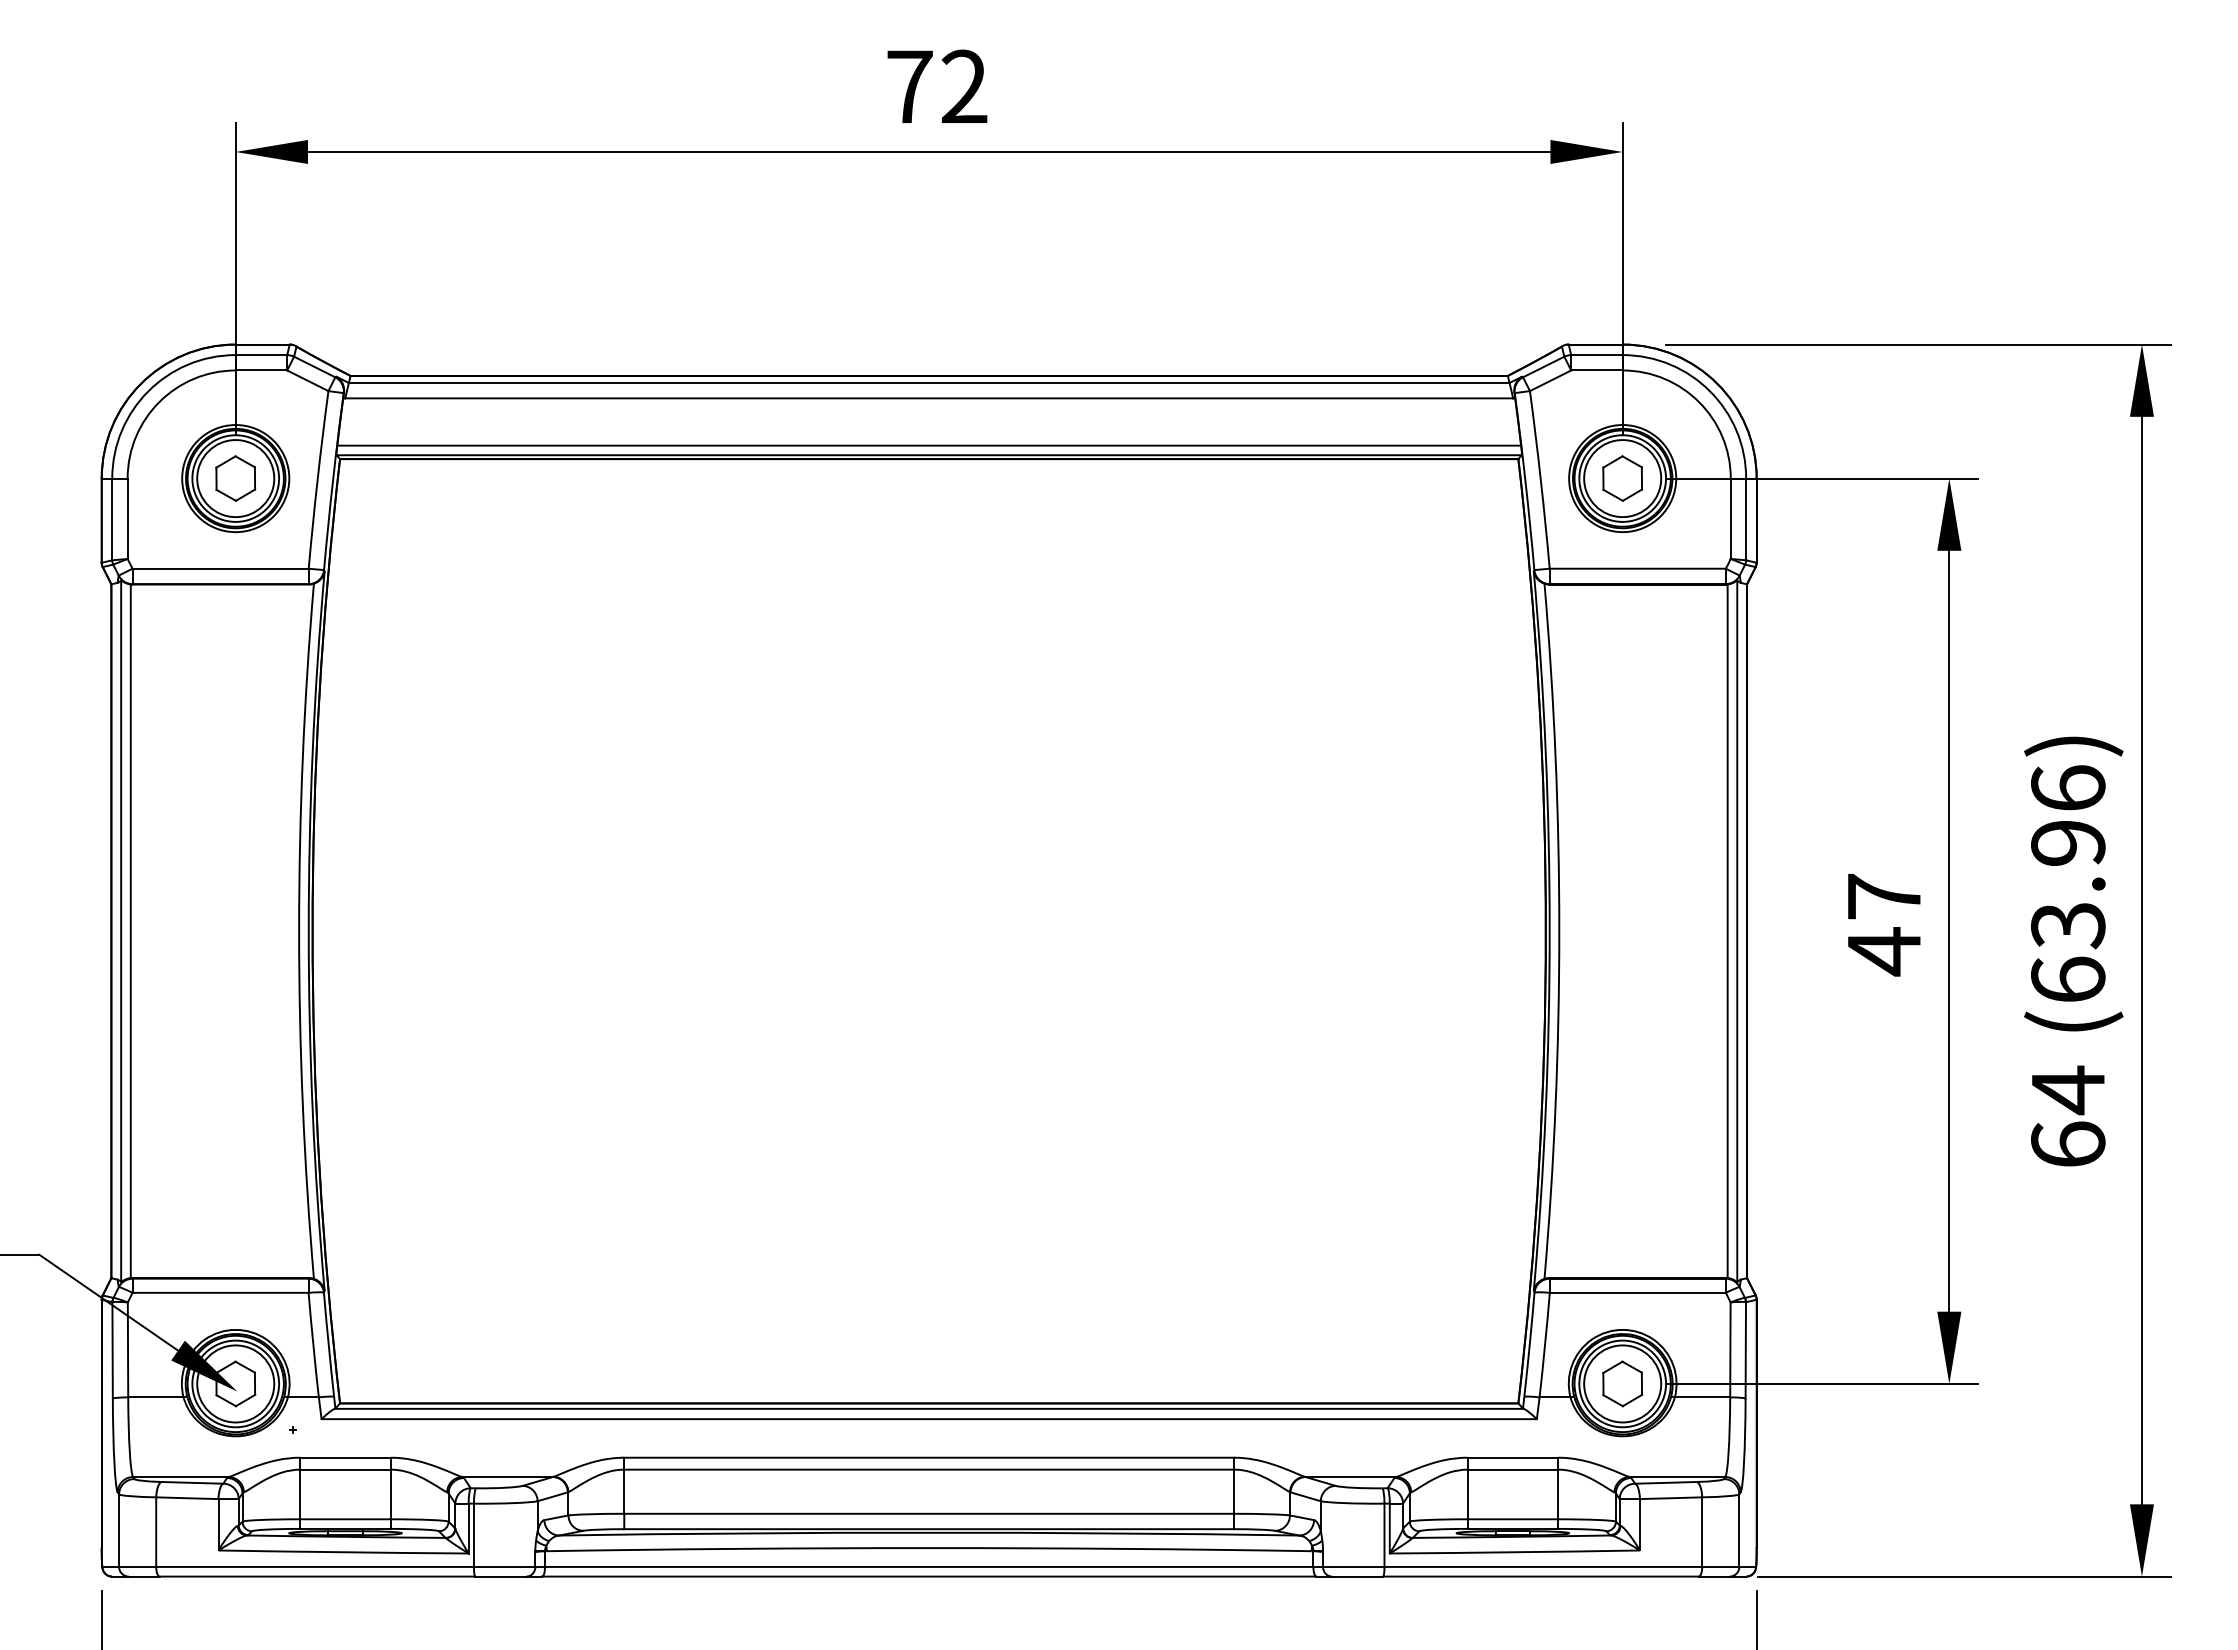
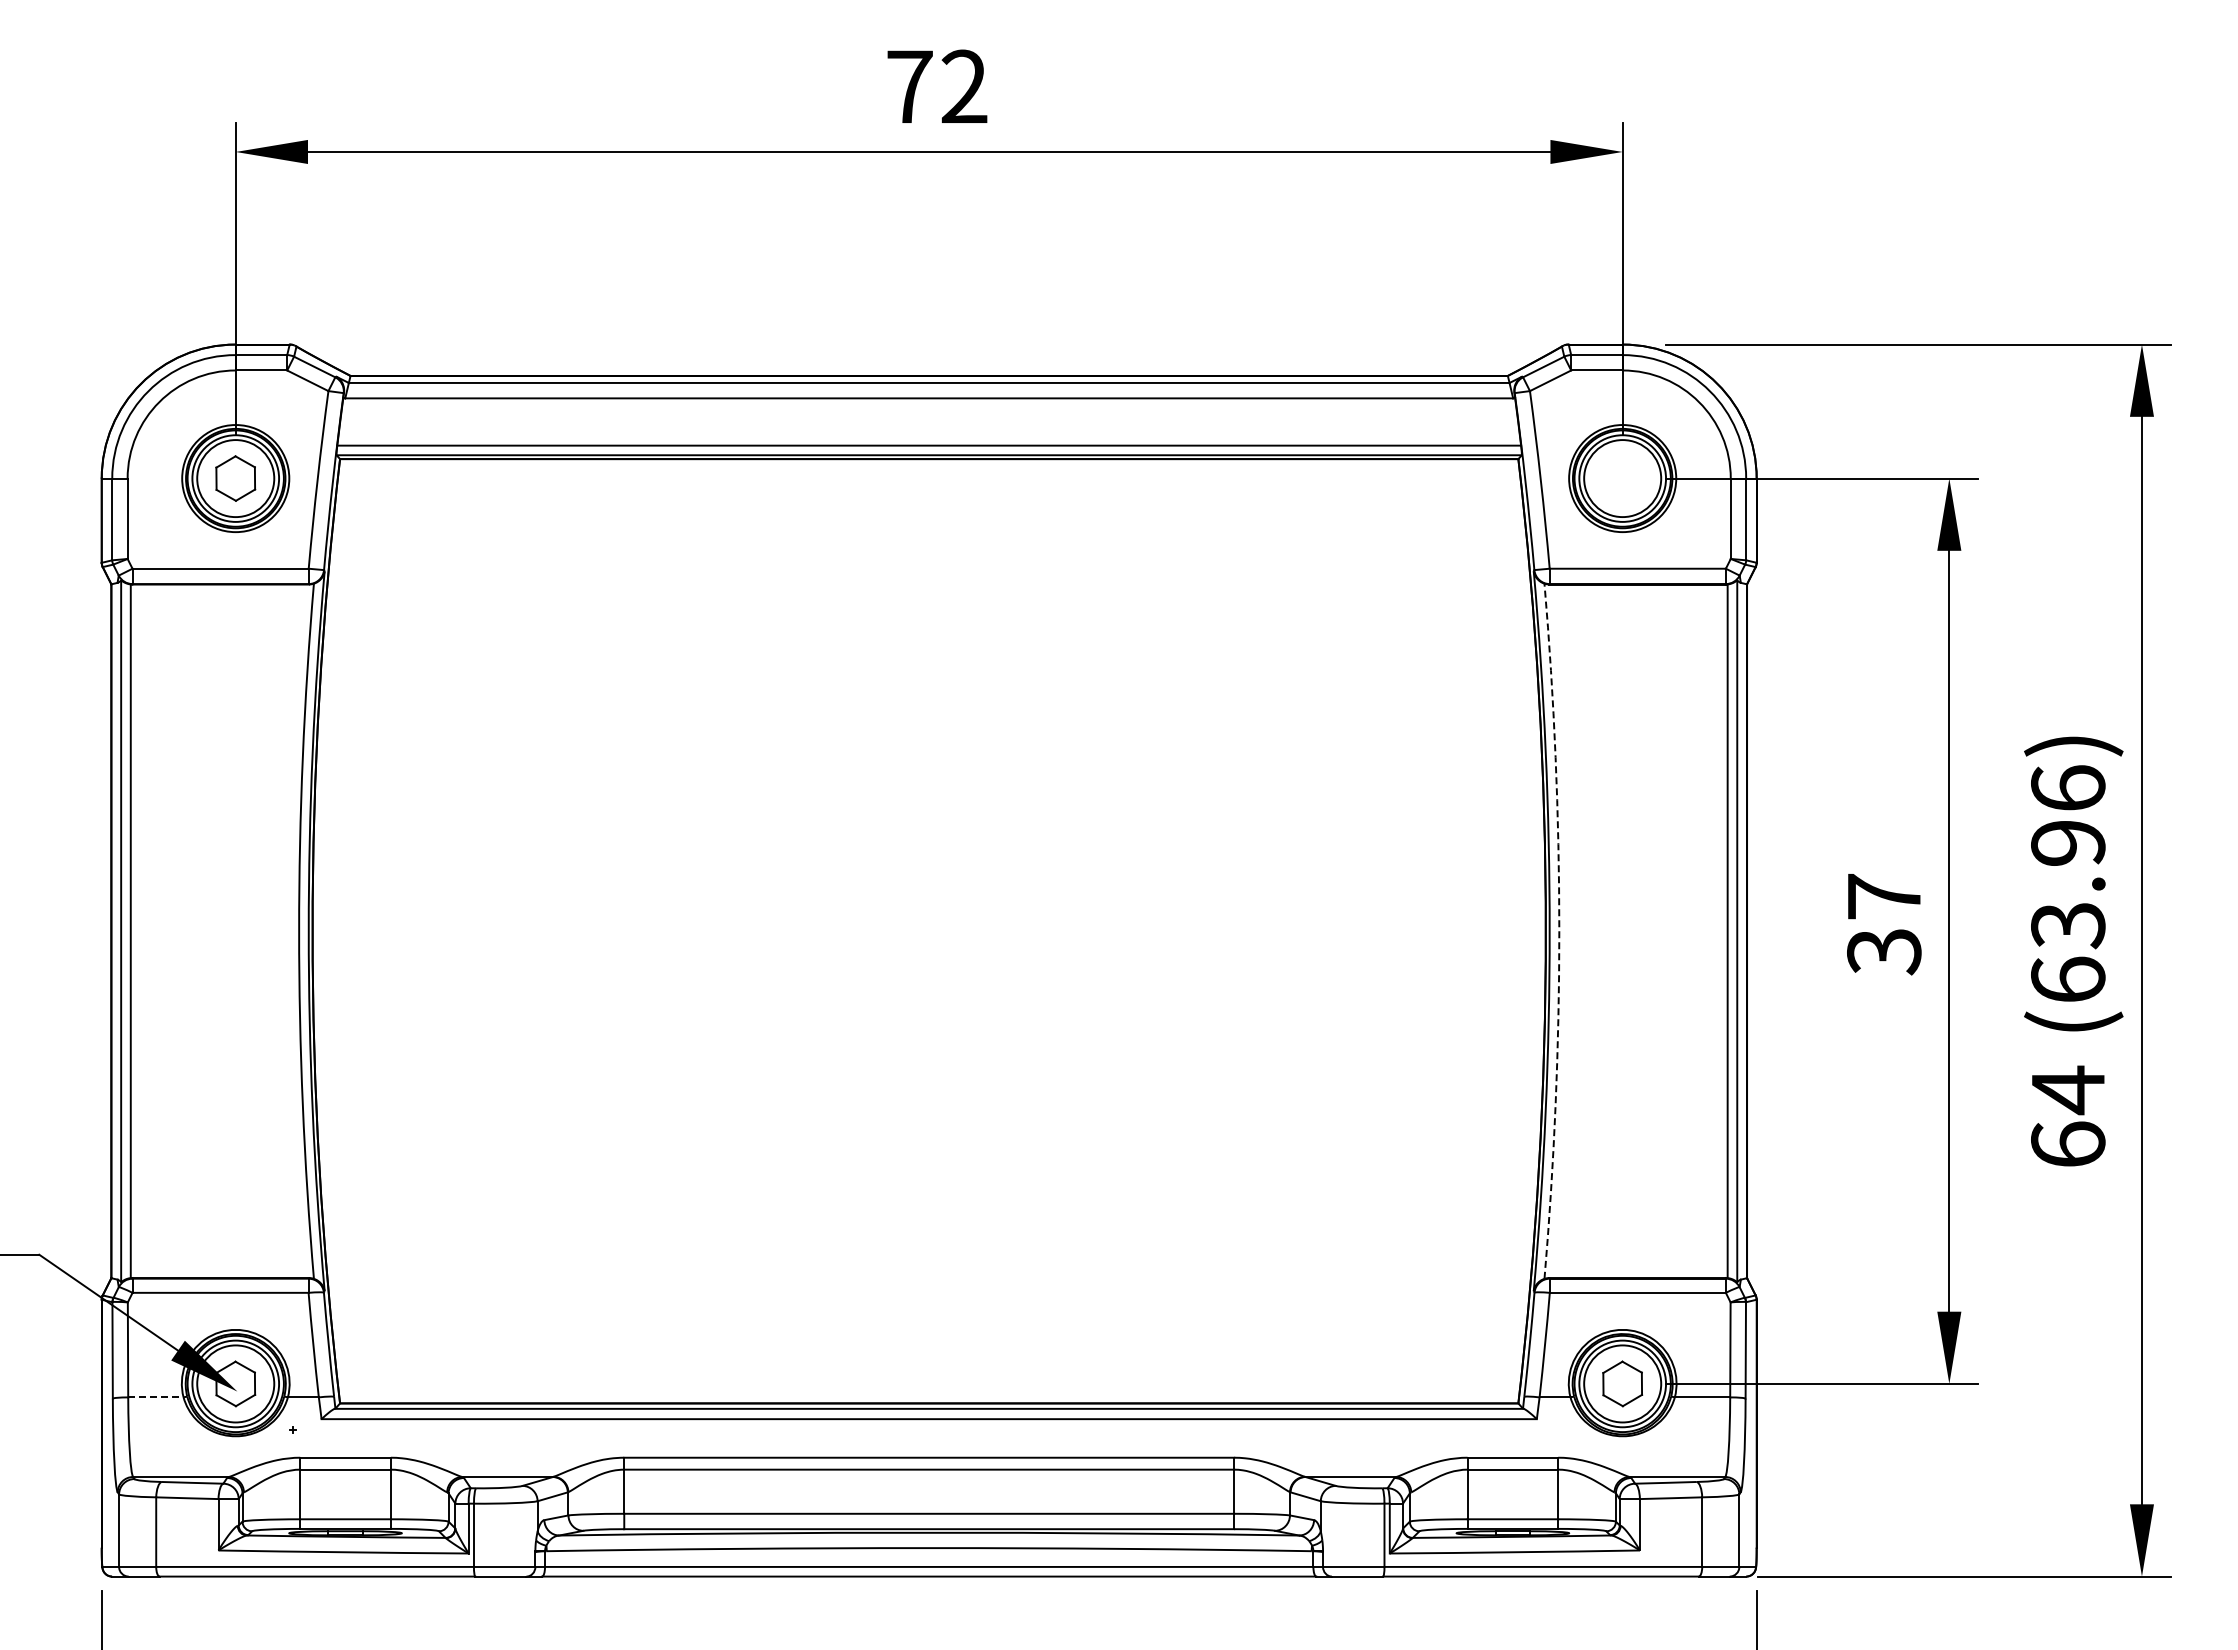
part at (1622, 478): present -> none
arc at (1559, 931): solid -> dashed
text at (1884, 951): 47 -> 37
line at (155, 1397): solid -> dashed
